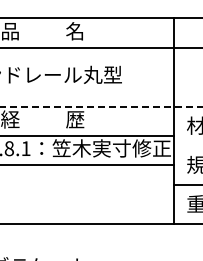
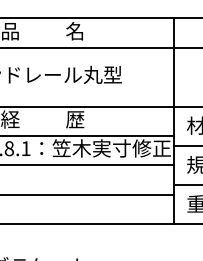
line at (101, 106): dashed -> solid
line at (186, 145): none -> present
line at (88, 194): none -> present
